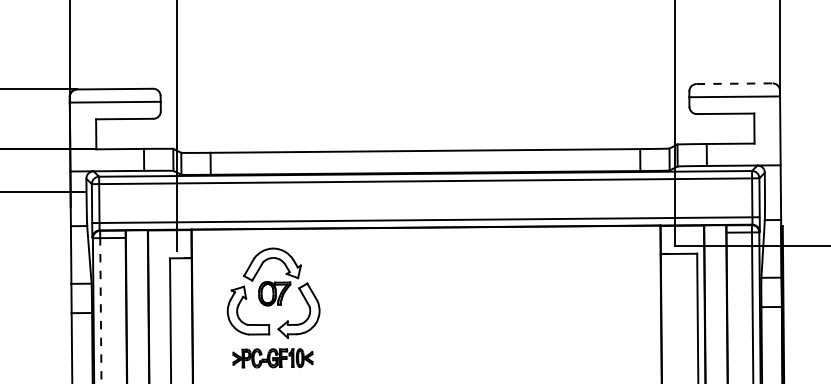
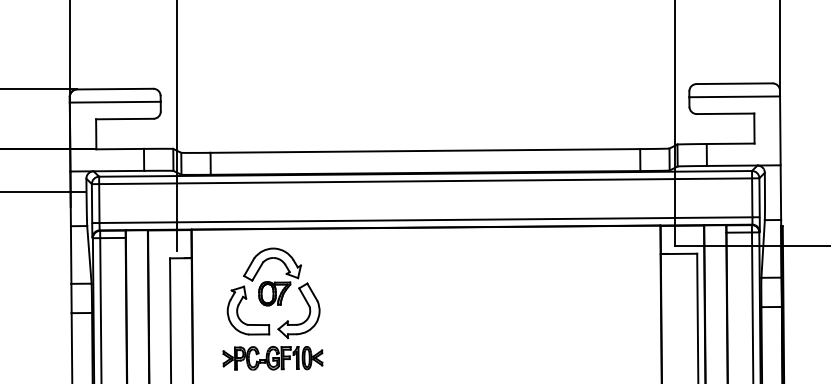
line at (734, 83): dashed -> solid
line at (100, 310): dashed -> solid
part at (272, 358) size: 82x21 px -> 102x25 px
